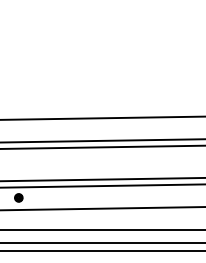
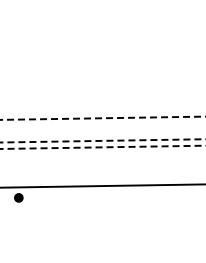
line at (102, 118): solid -> dashed
line at (102, 140): solid -> dashed
line at (102, 147): solid -> dashed
line at (102, 179): present -> none
line at (102, 208): present -> none
line at (102, 229): present -> none
line at (102, 243): present -> none
line at (102, 251): present -> none
